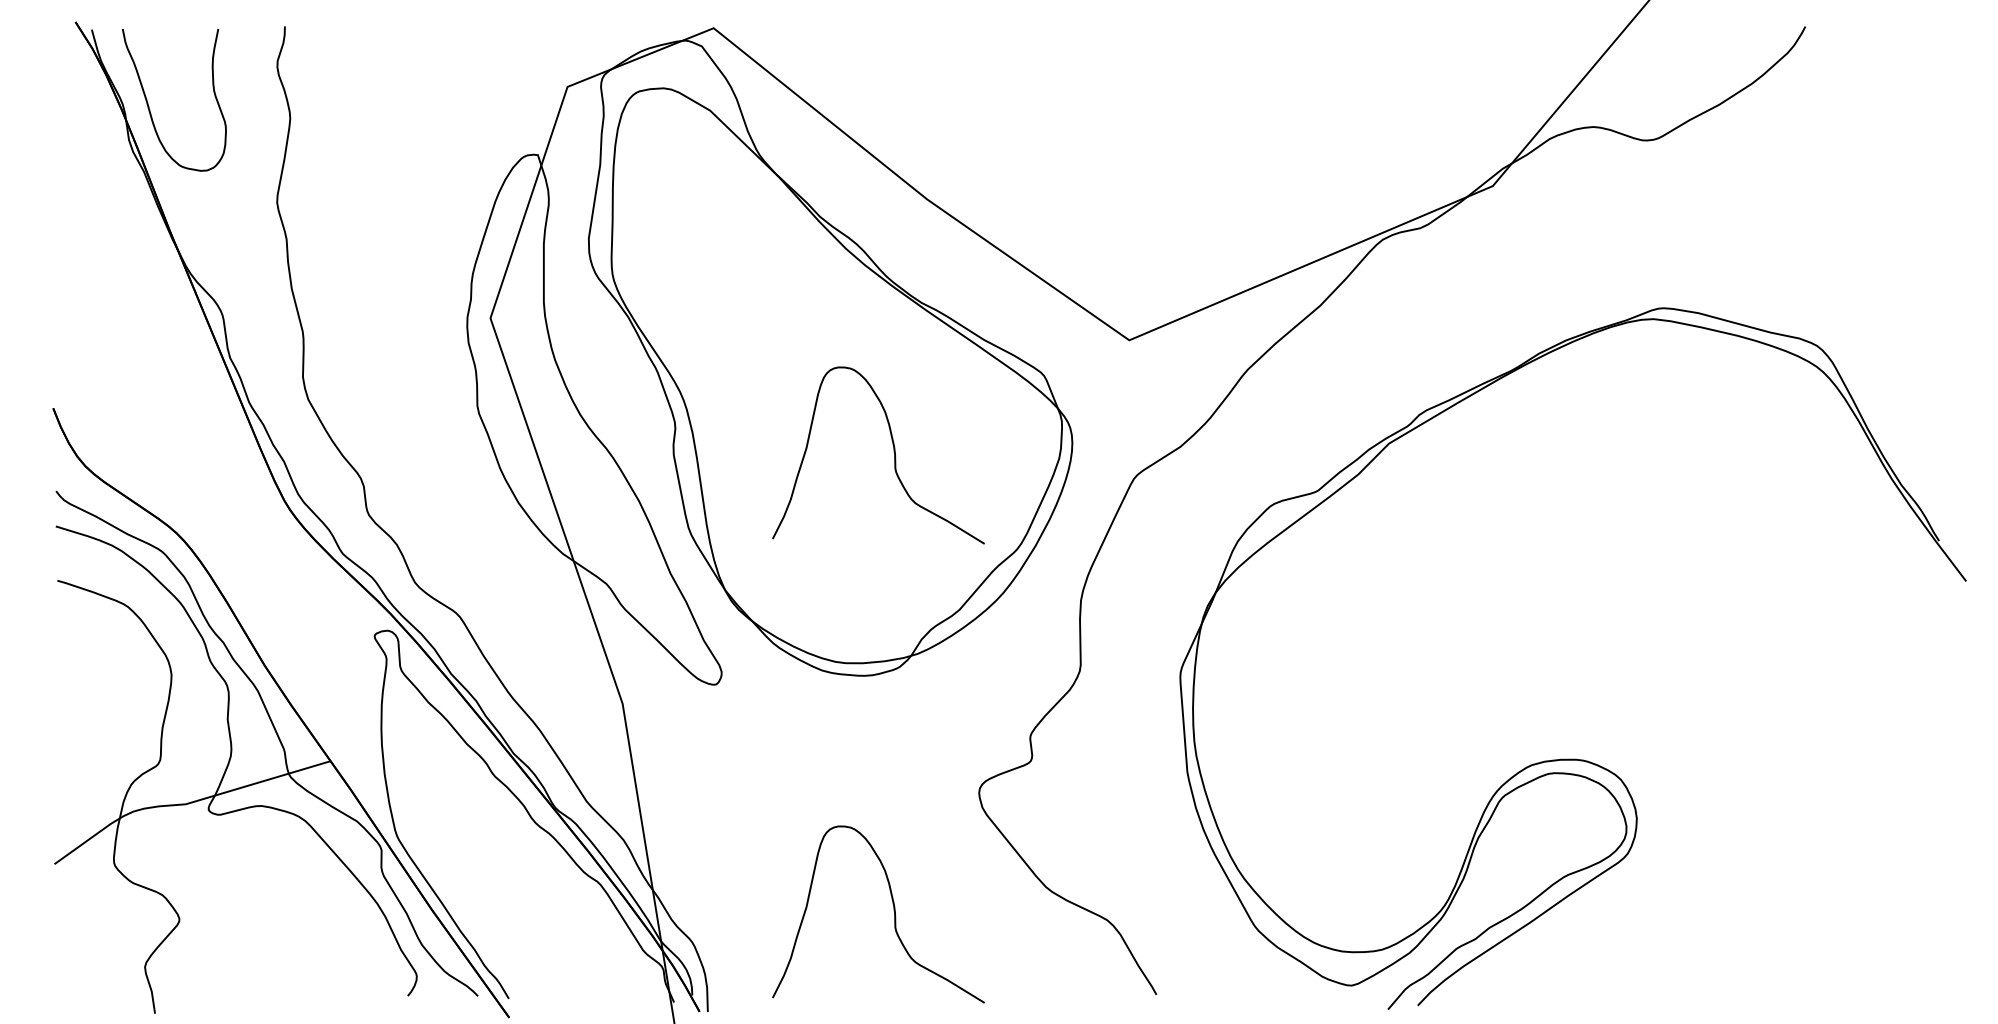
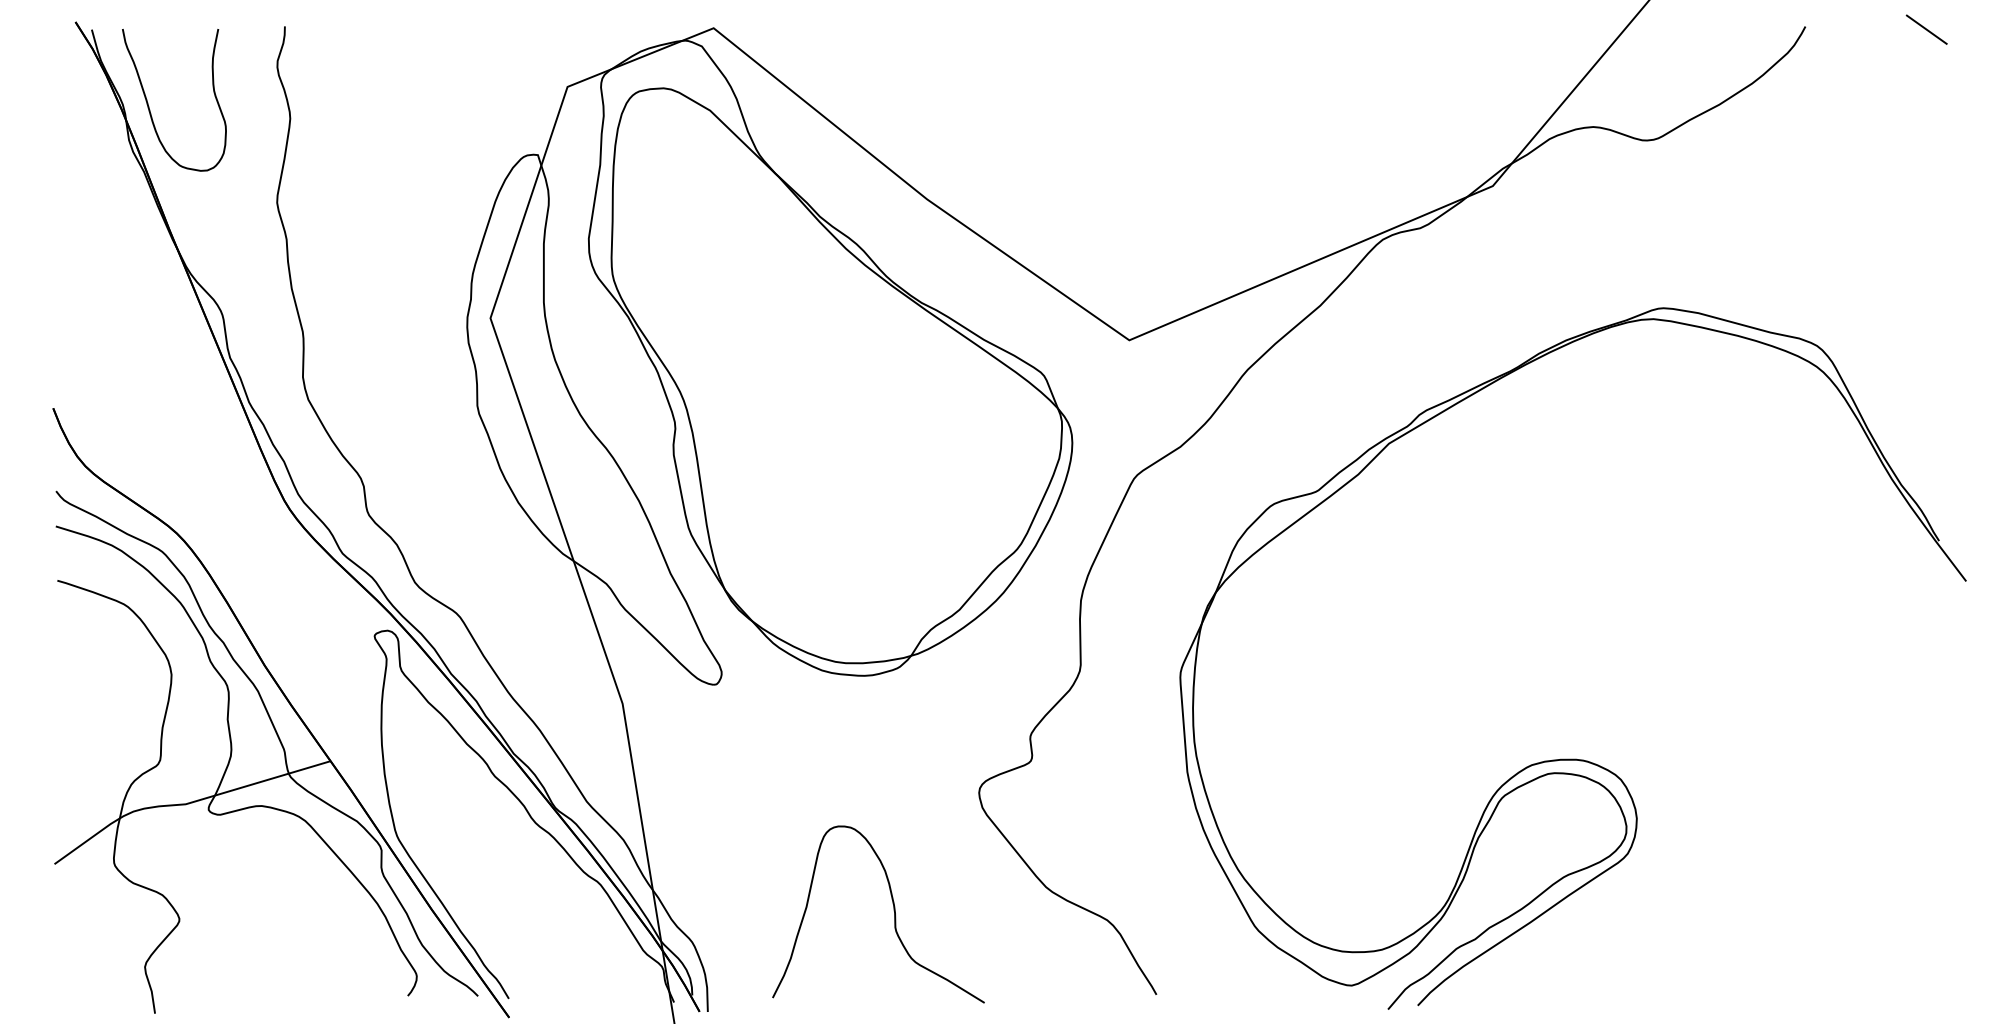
line at (1926, 29): none -> present
curve at (893, 451): present -> none
